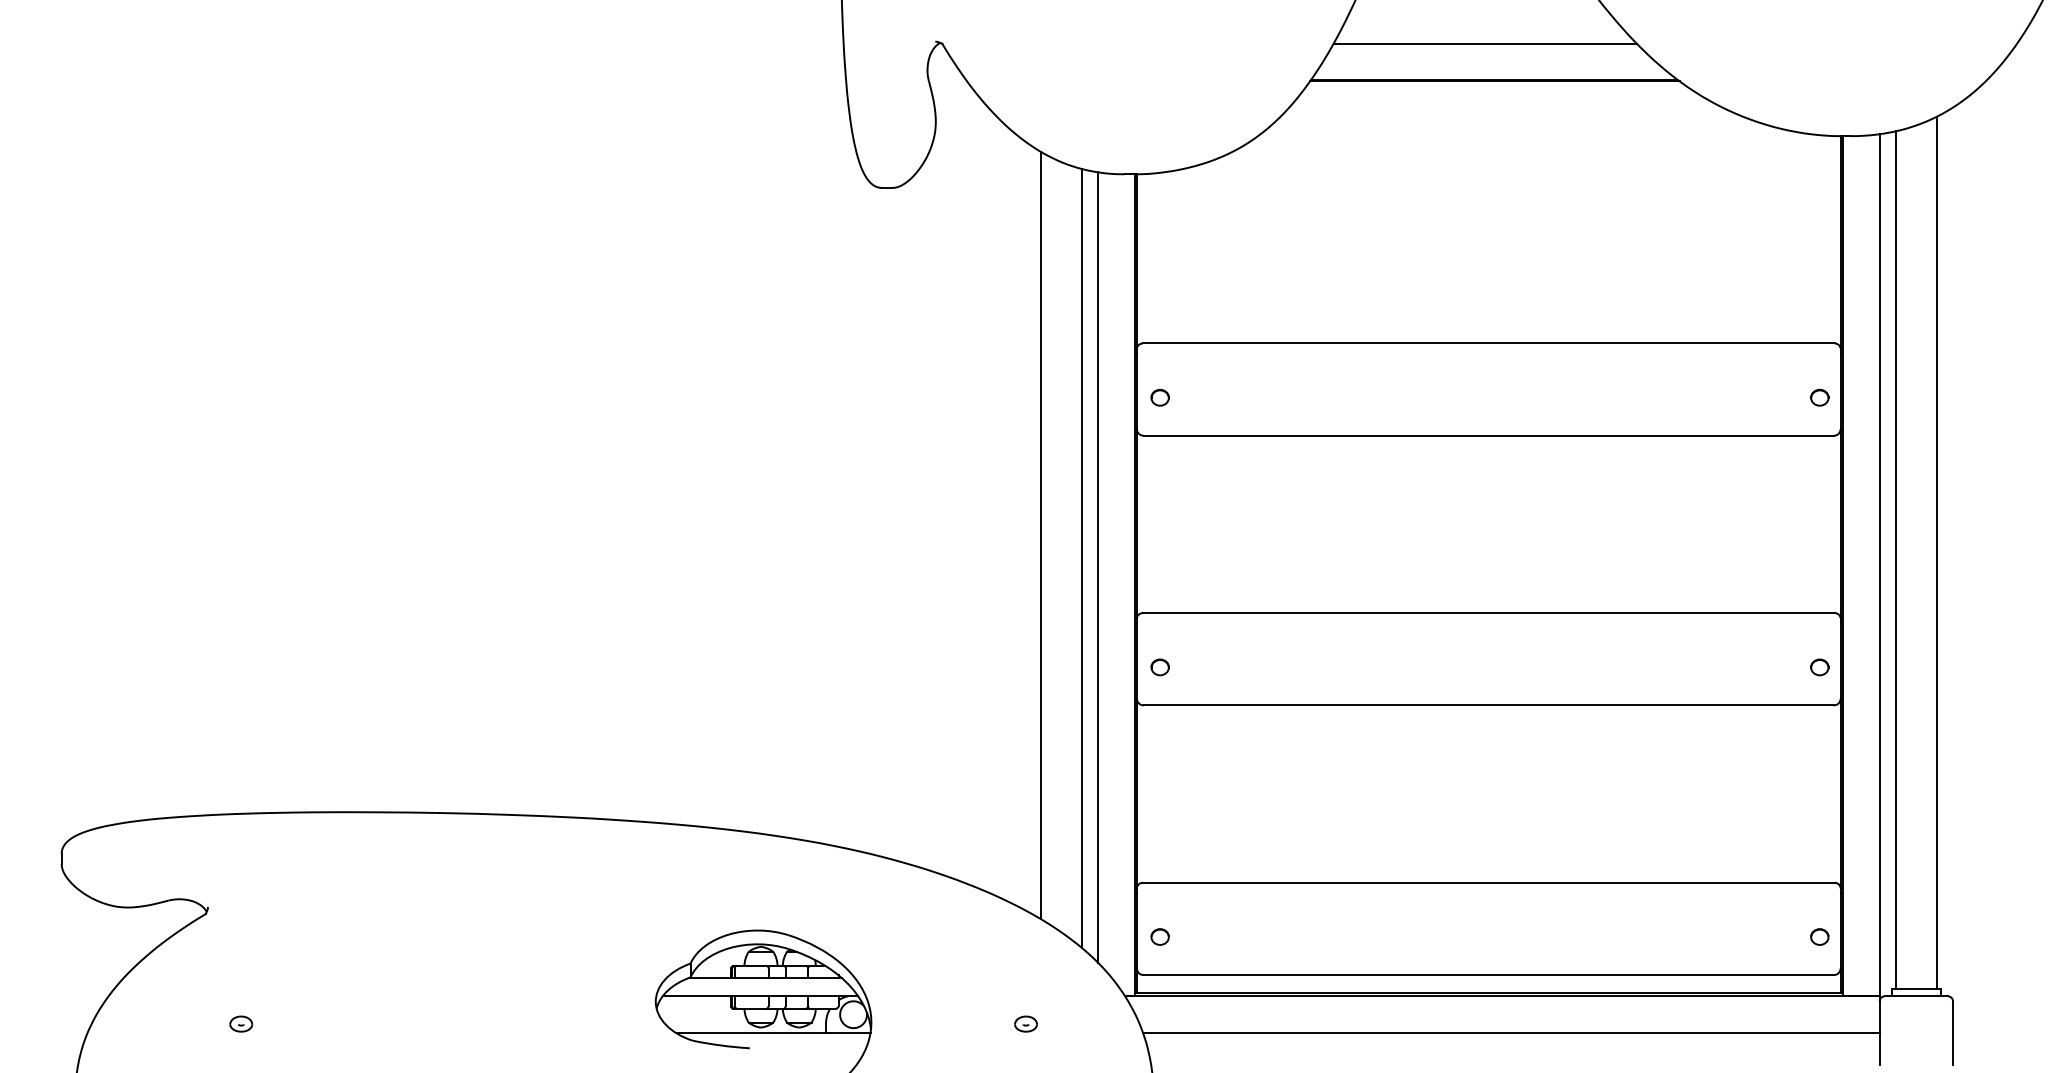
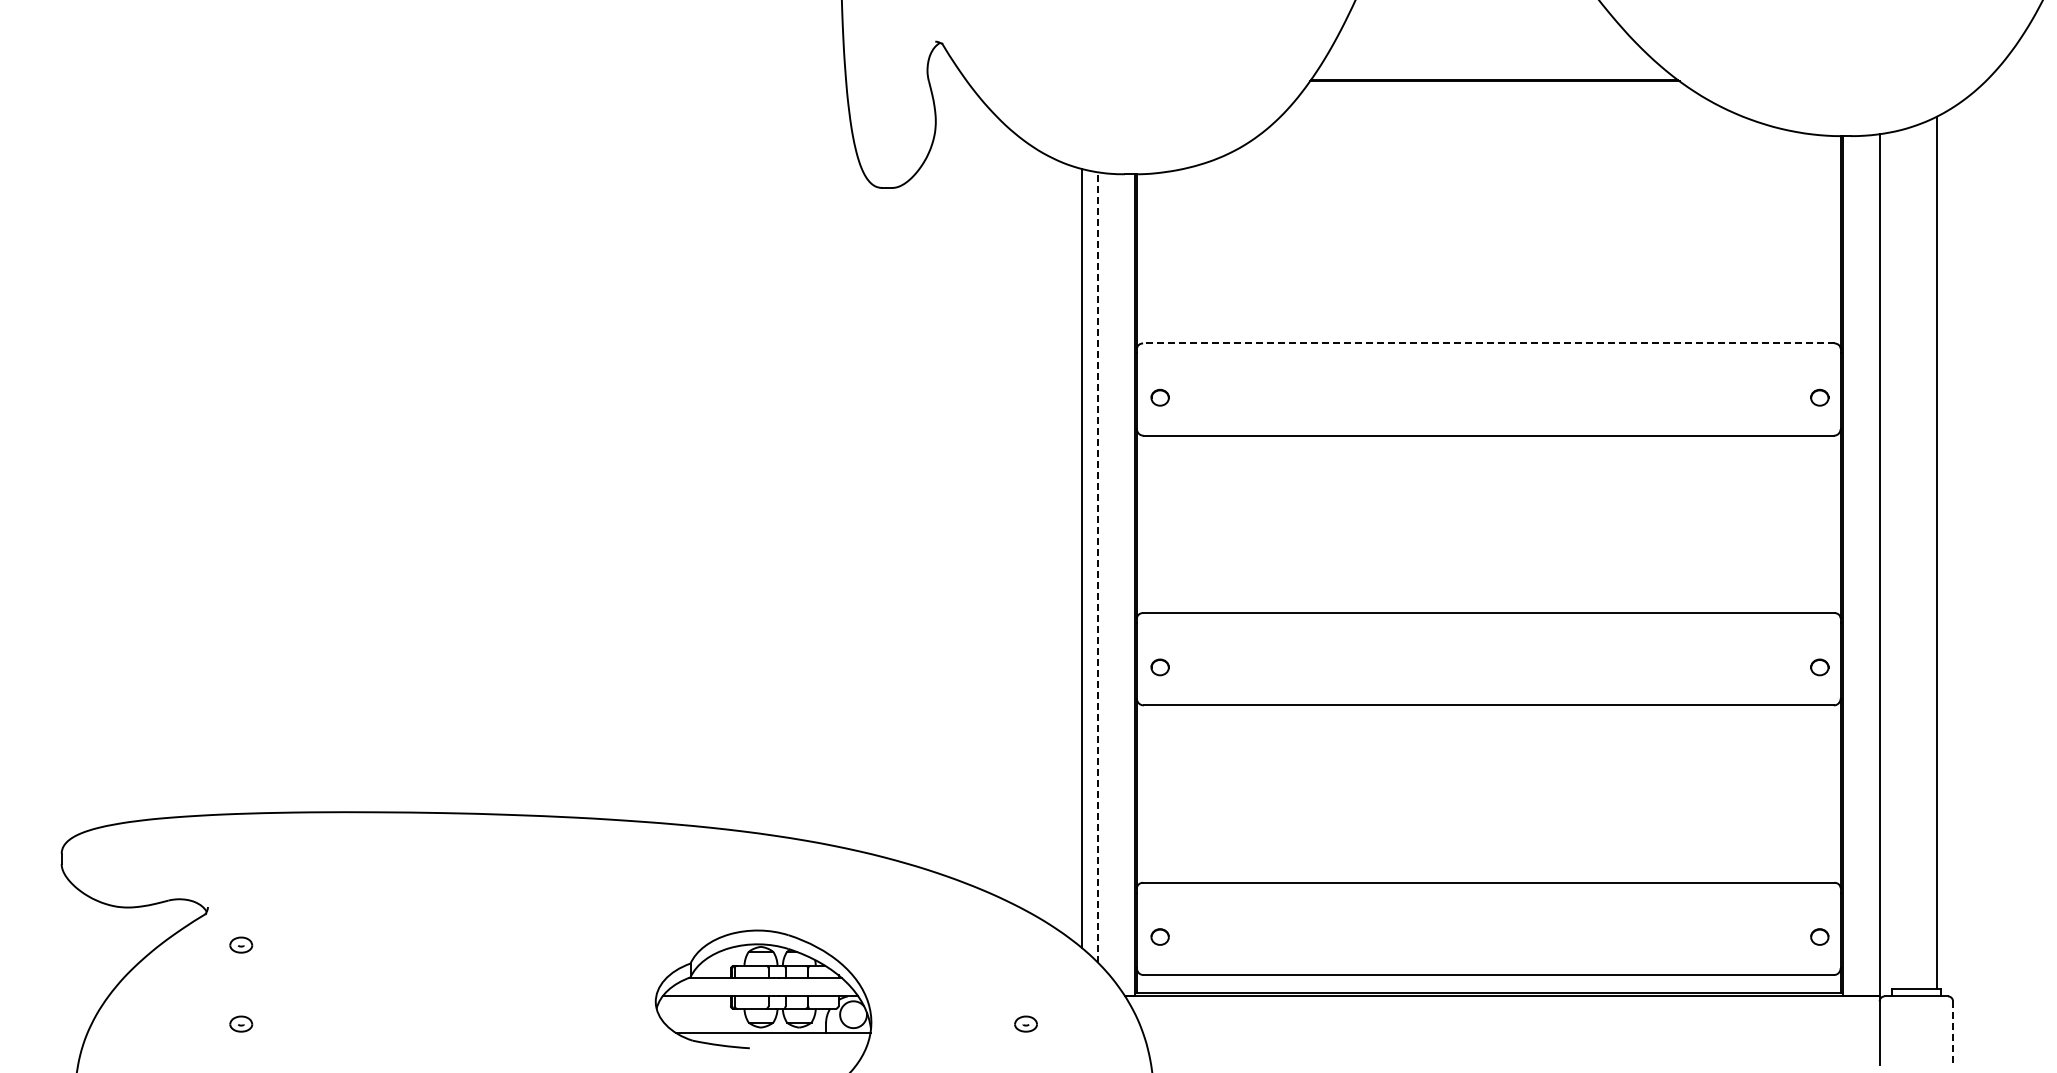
line at (1484, 43): present -> none
line at (1488, 343): solid -> dashed
line at (1040, 534): present -> none
line at (1895, 560): present -> none
line at (1097, 566): solid -> dashed
part at (241, 944): none -> present
line at (1511, 1033): present -> none
line at (1953, 1033): solid -> dashed
